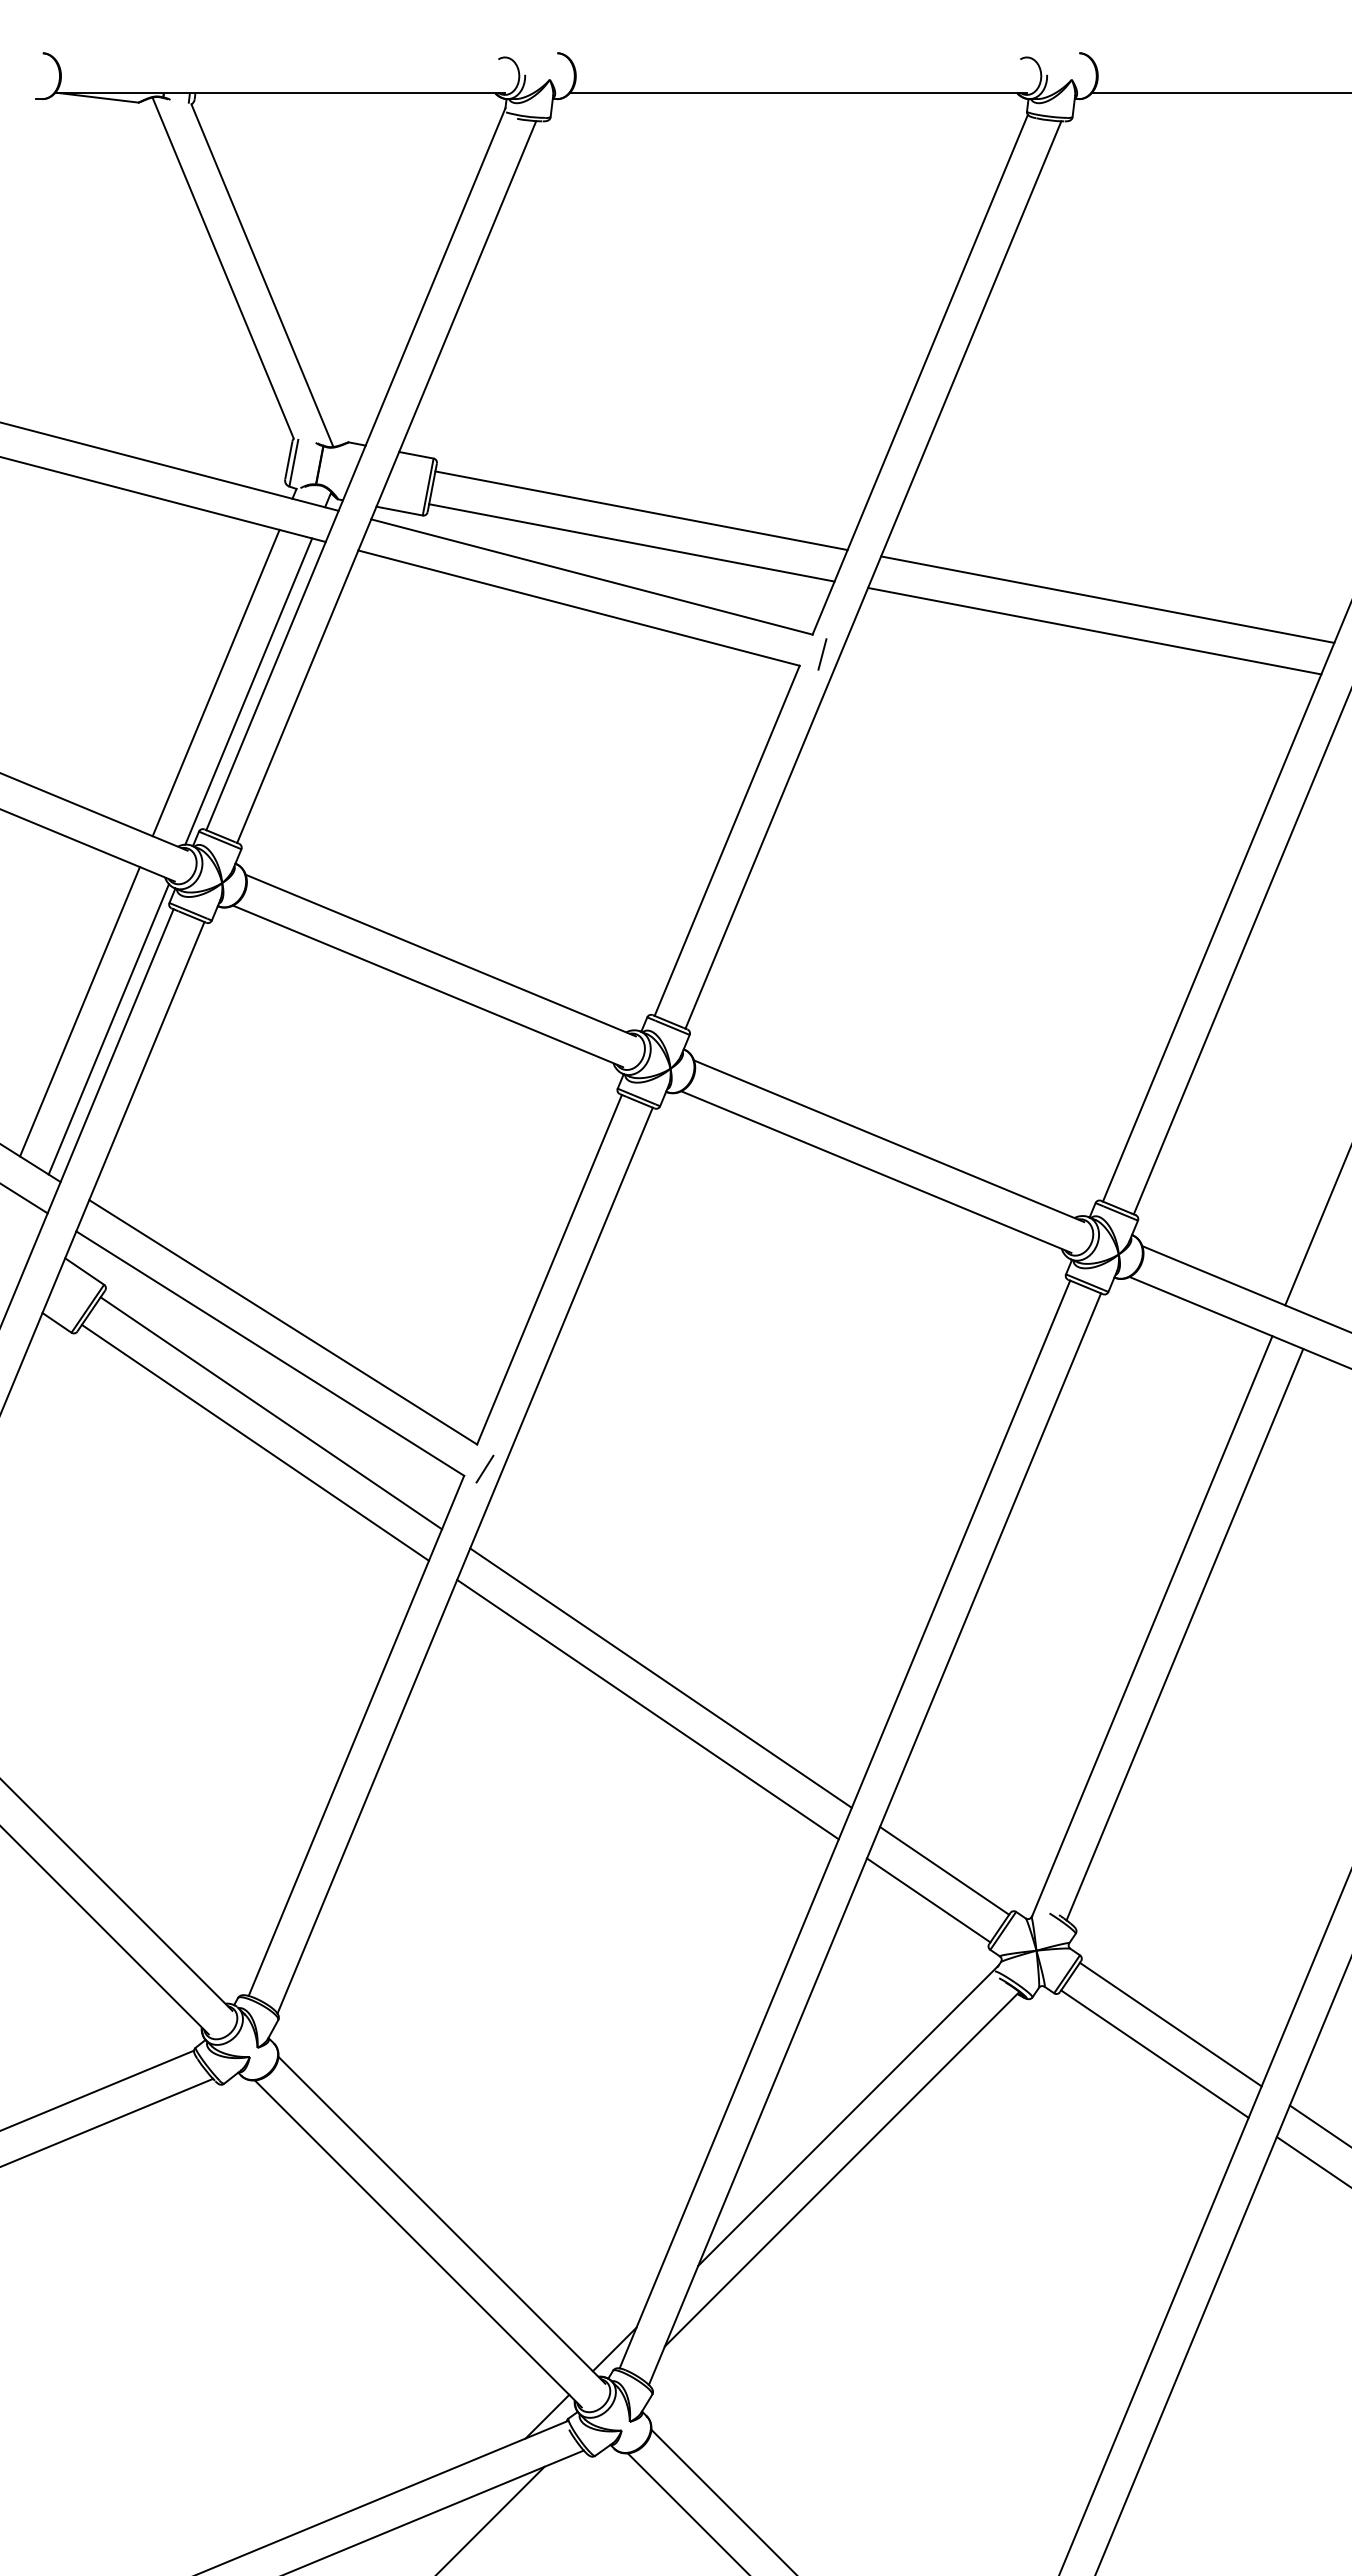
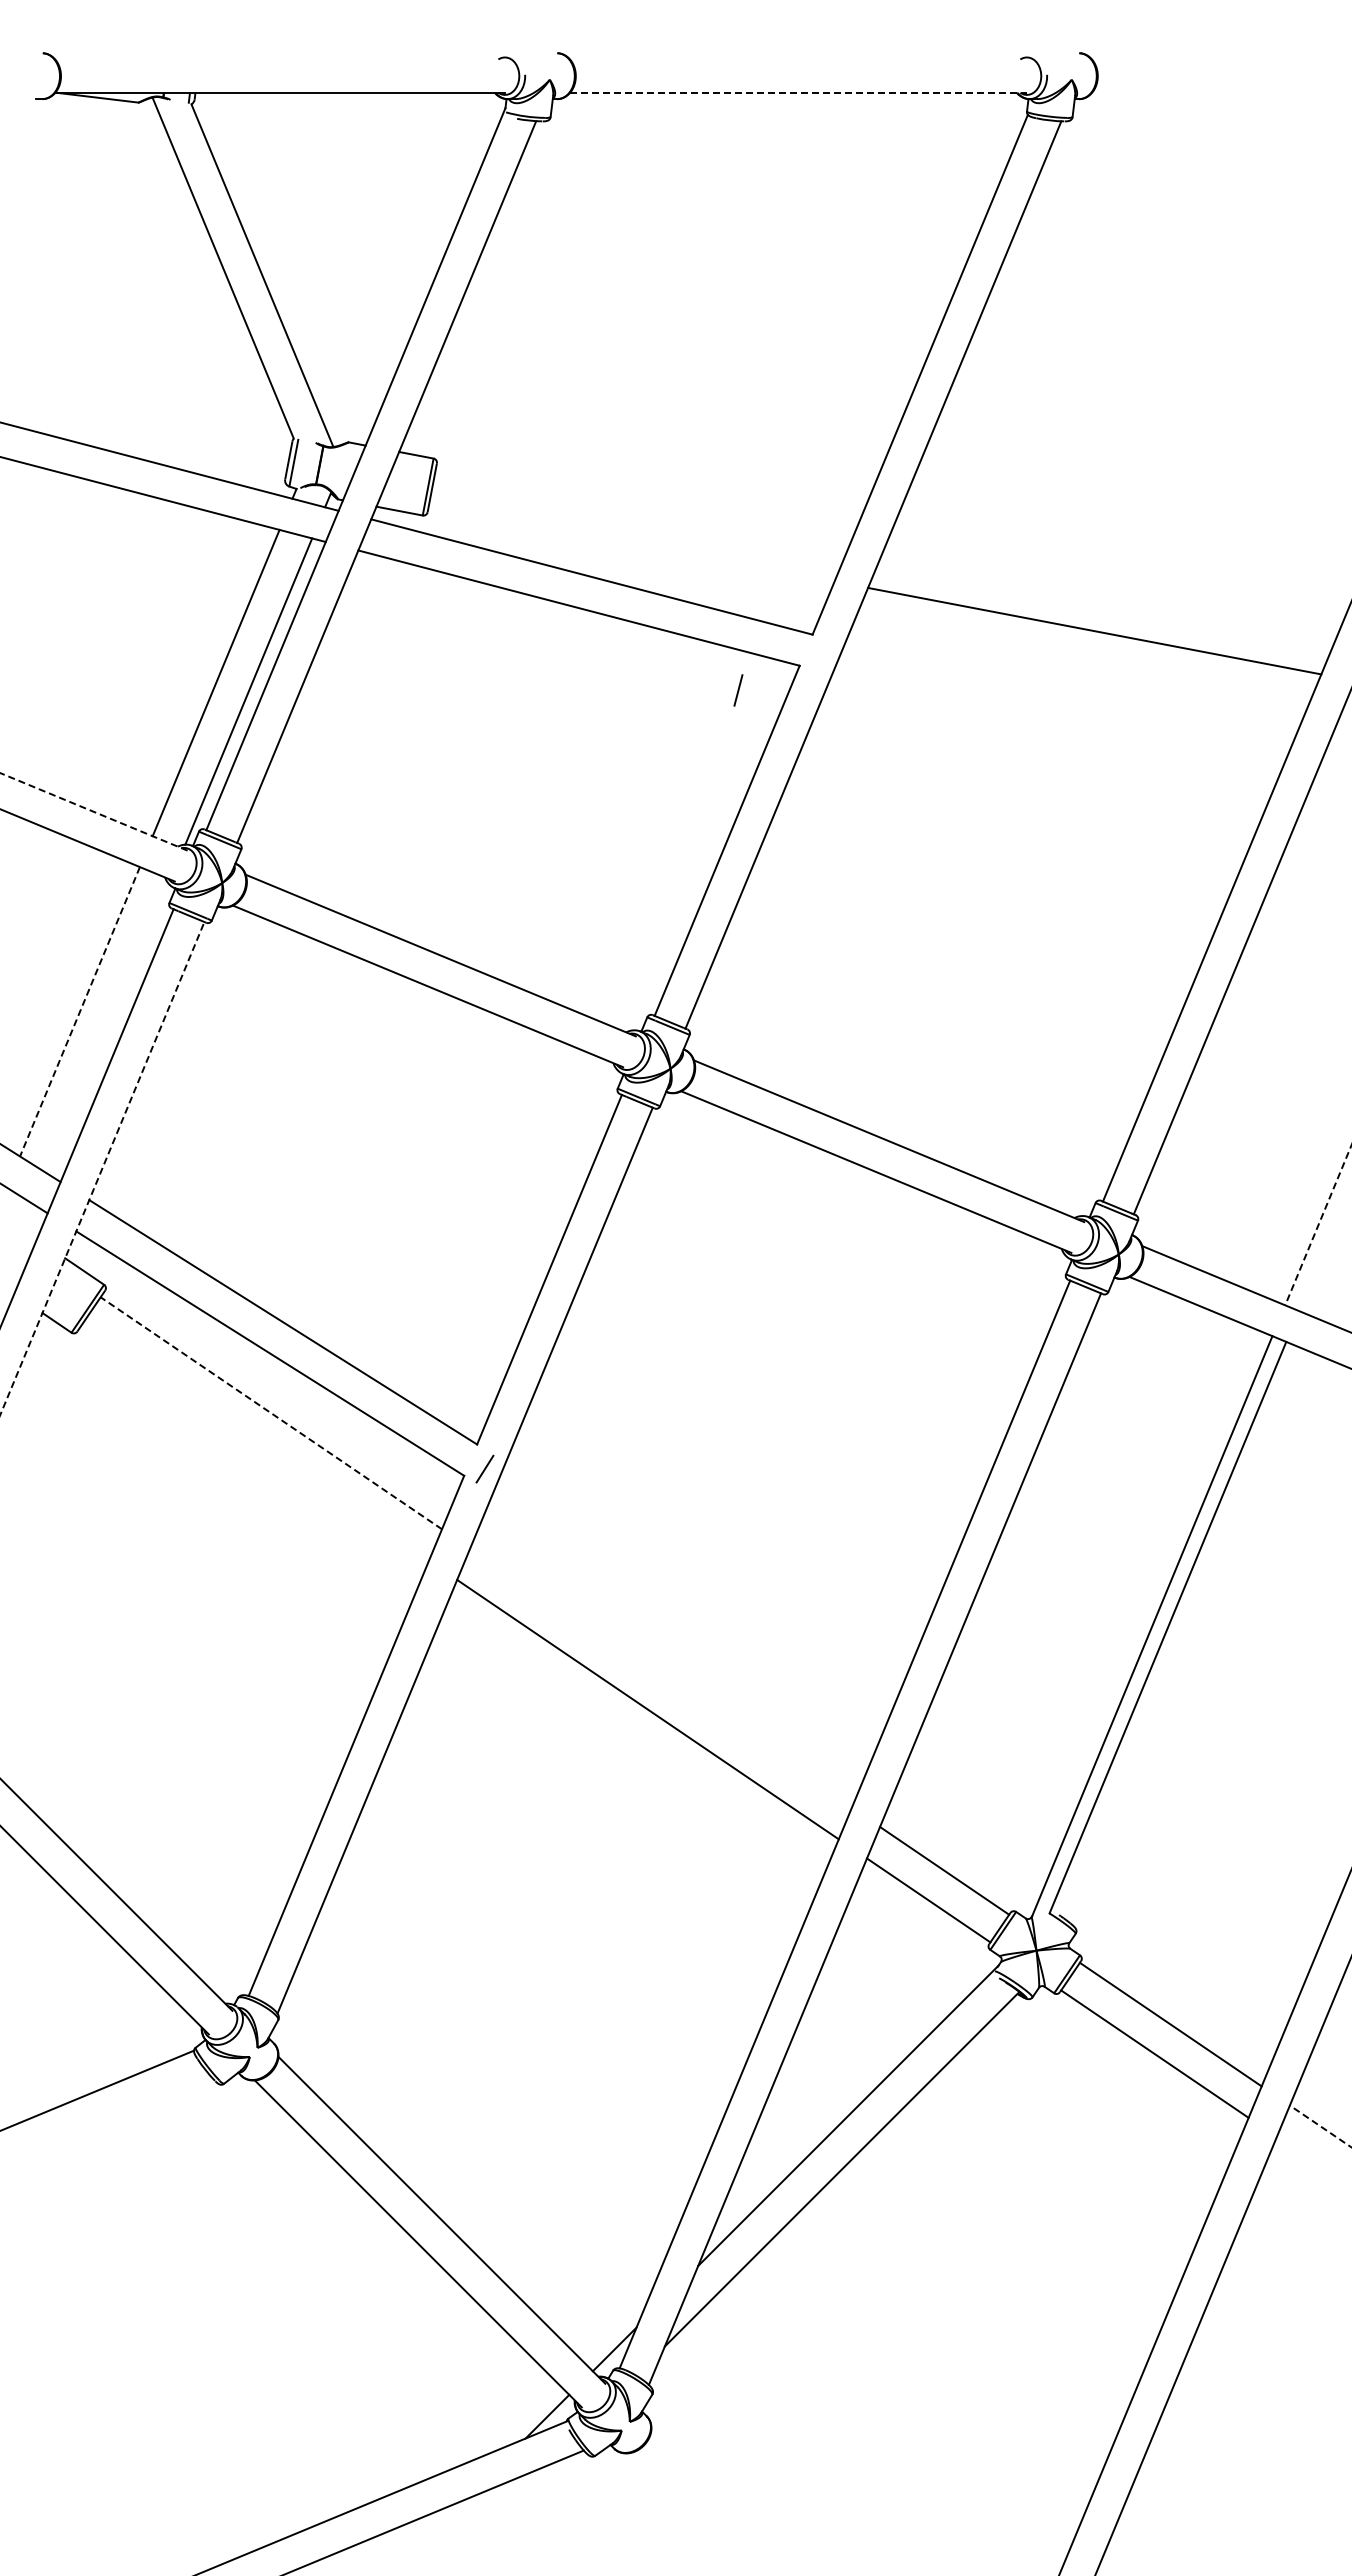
line at (798, 92): solid -> dashed
line at (1219, 92): present -> none
line at (641, 510): present -> none
line at (631, 542): present -> none
line at (1107, 599): present -> none
line at (822, 654) position: (822, 654) -> (738, 690)
line at (93, 811): solid -> dashed
line at (80, 1011): solid -> dashed
line at (108, 1029): present -> none
line at (102, 1168): solid -> dashed
line at (1318, 1224): solid -> dashed
line at (270, 1413): solid -> dashed
line at (254, 1442): present -> none
line at (1184, 1634) position: (1184, 1634) -> (1167, 1627)
line at (660, 1677): present -> none
line at (107, 2122): present -> none
line at (1320, 2126): solid -> dashed
line at (1312, 2161): present -> none
line at (722, 2500): present -> none
line at (687, 2512): present -> none
line at (491, 2519): present -> none
